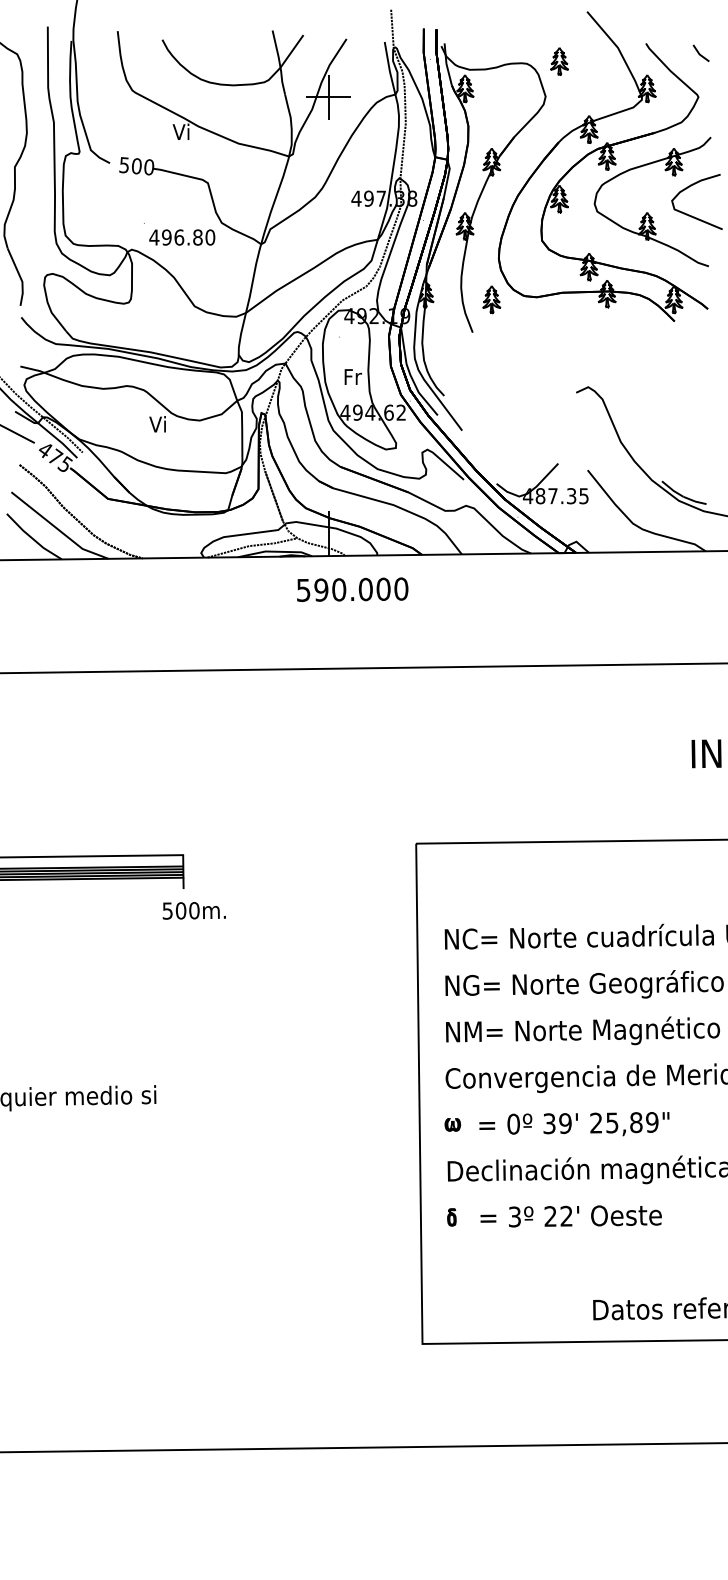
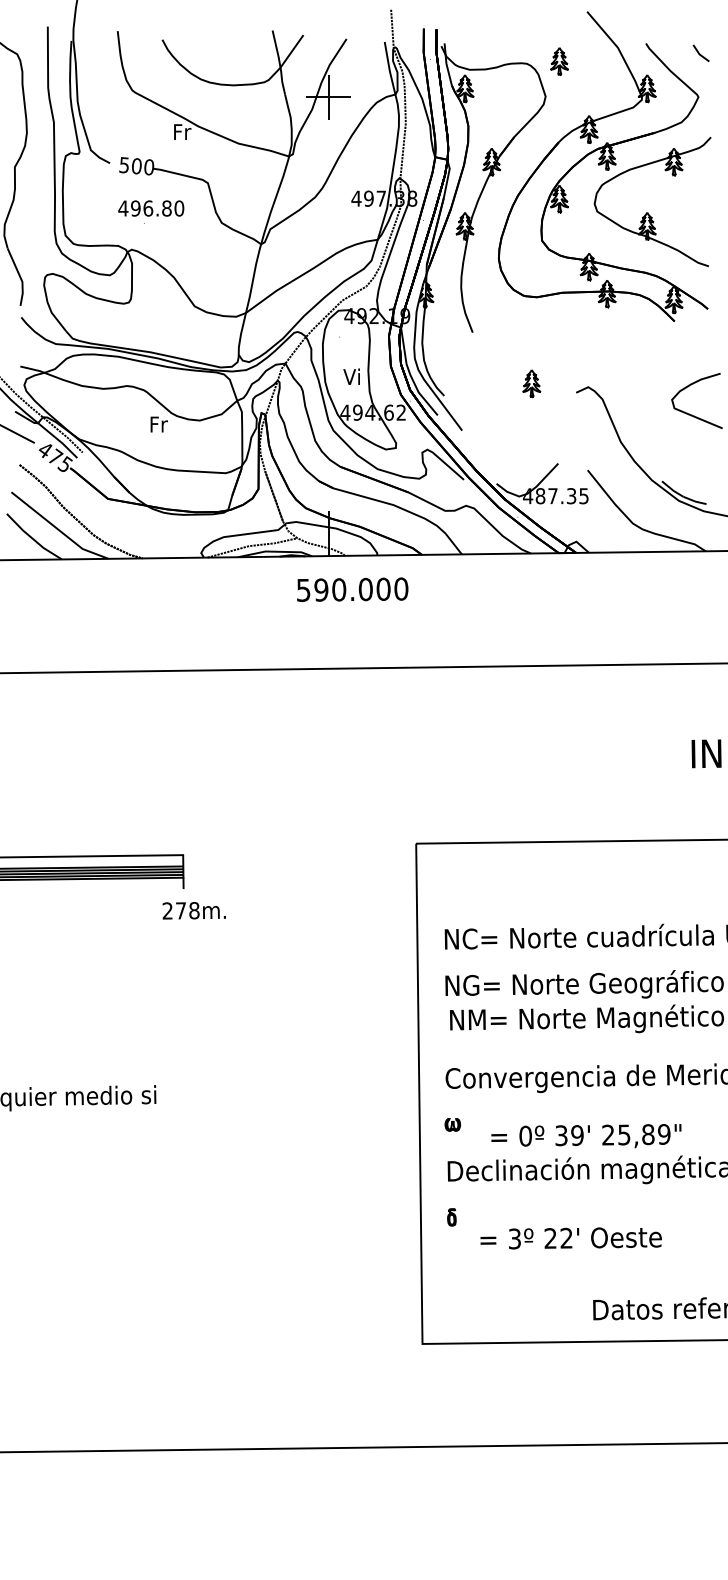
text at (181, 131): Vi -> Fr
curve at (692, 215) position: (692, 215) -> (692, 414)
text at (182, 237) position: (182, 237) -> (151, 208)
part at (491, 299) position: (491, 299) -> (531, 383)
text at (352, 376): Fr -> Vi
text at (158, 424): Vi -> Fr
text at (180, 910): 500m. -> 278m.
text at (582, 1030) position: (582, 1030) -> (586, 1018)
text at (574, 1124) position: (574, 1124) -> (586, 1136)
text at (570, 1216) position: (570, 1216) -> (570, 1238)
